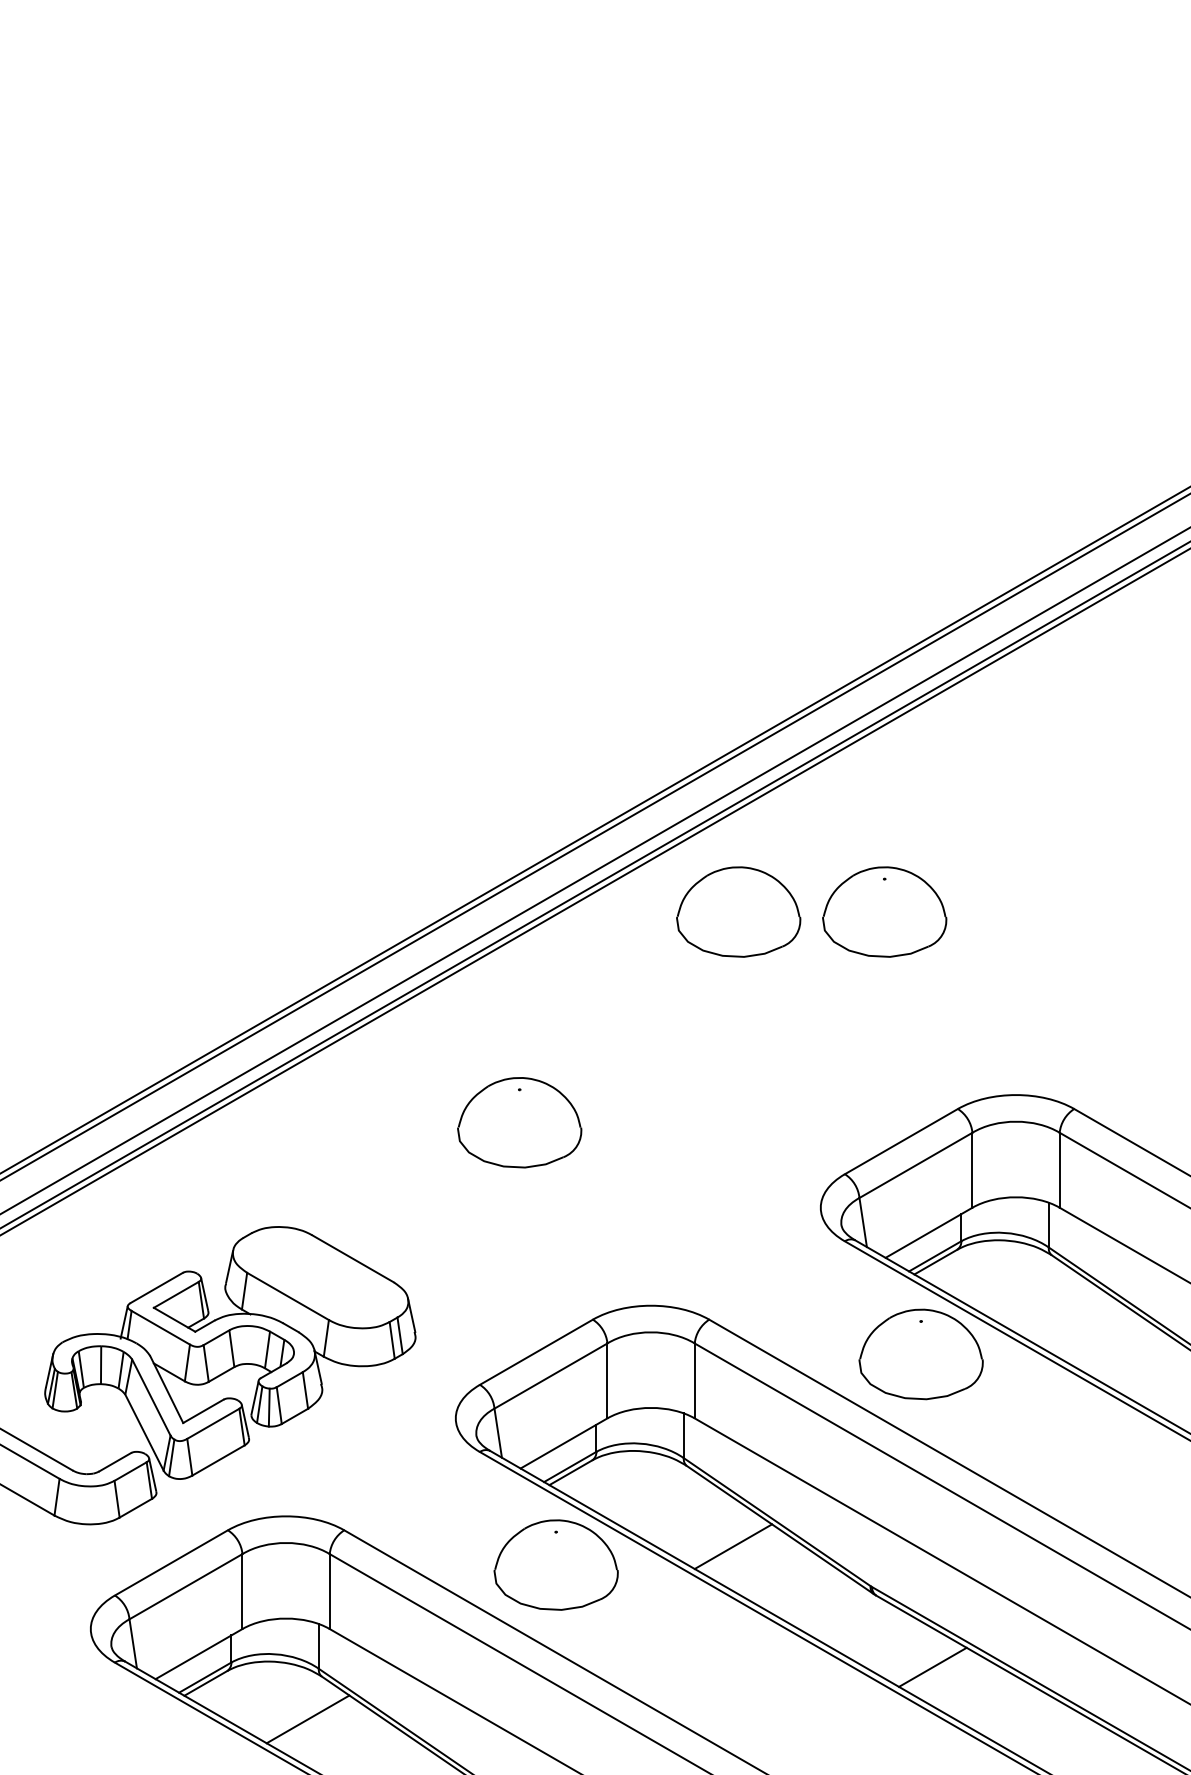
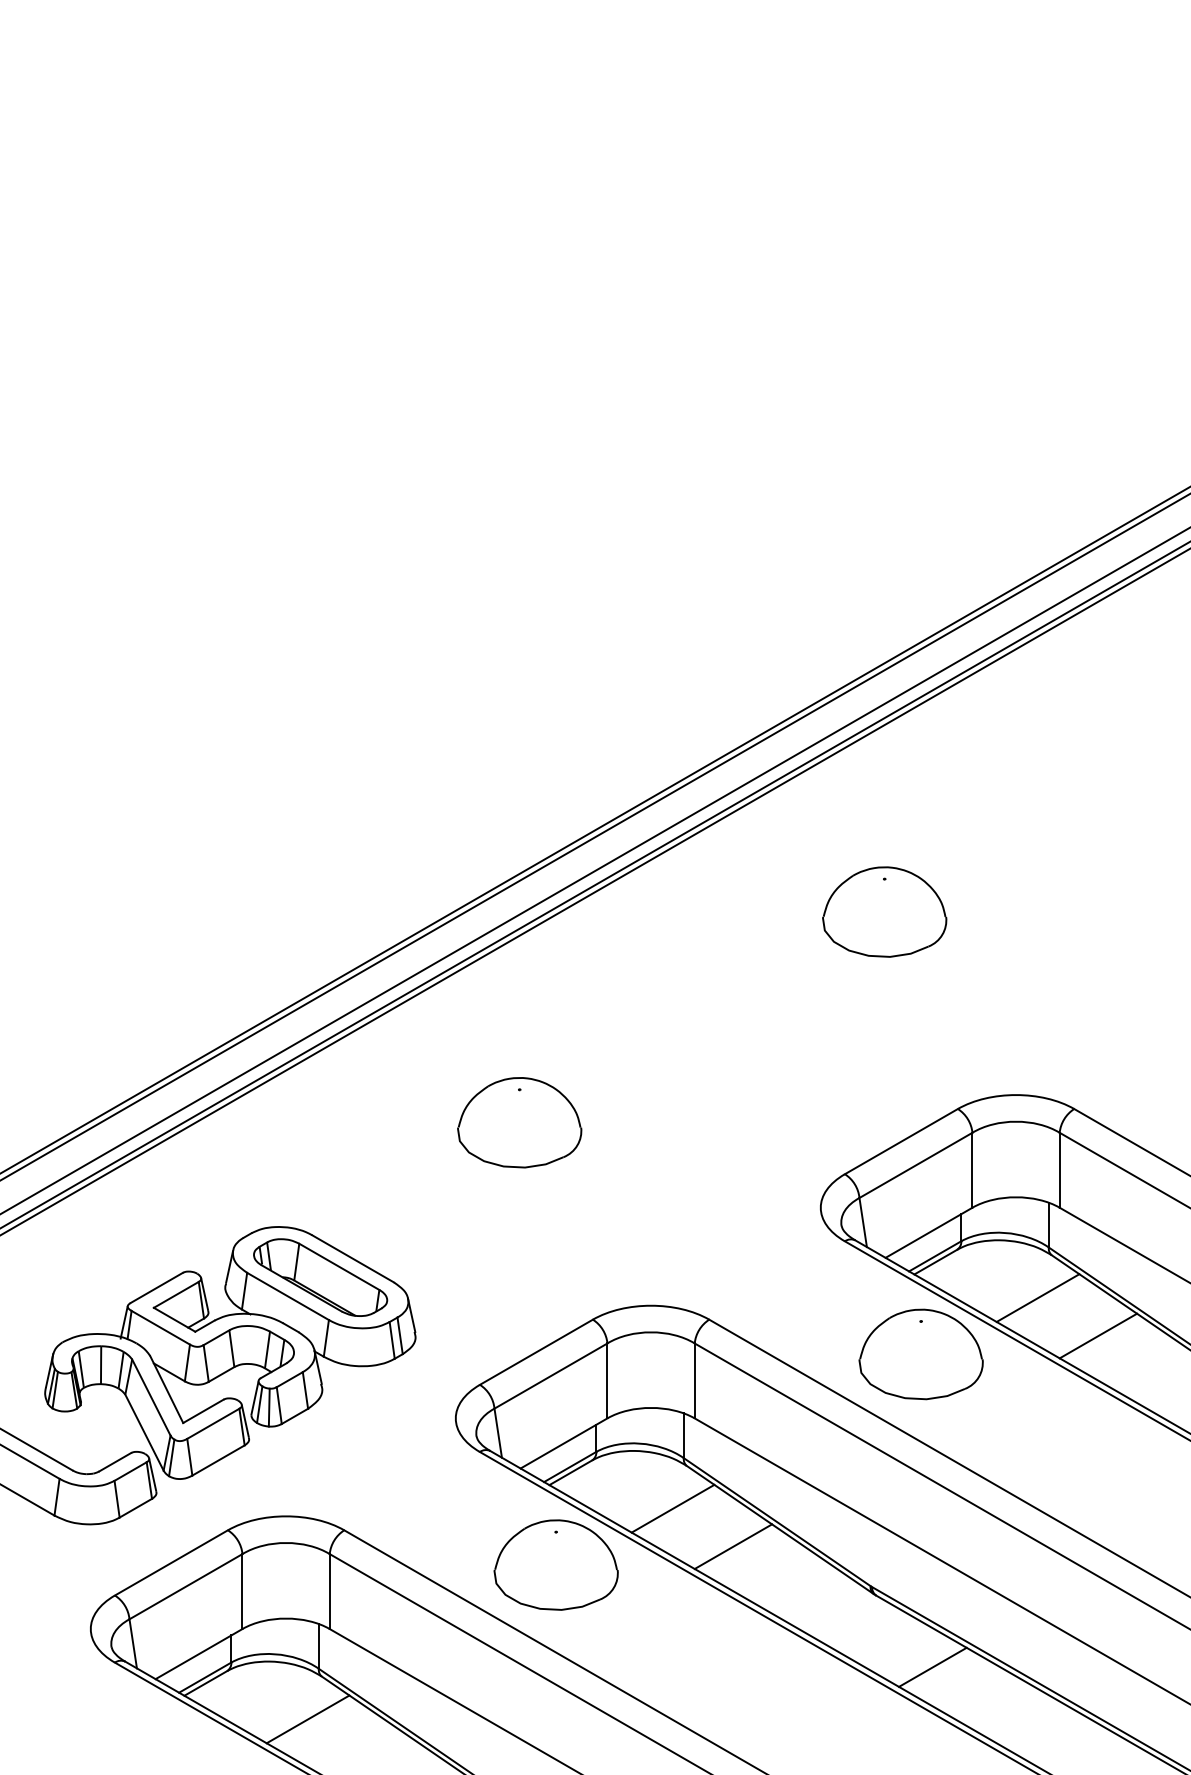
part at (738, 911): present -> none
part at (320, 1277): none -> present
line at (1037, 1297): none -> present
line at (1098, 1335): none -> present
line at (672, 1508): none -> present
